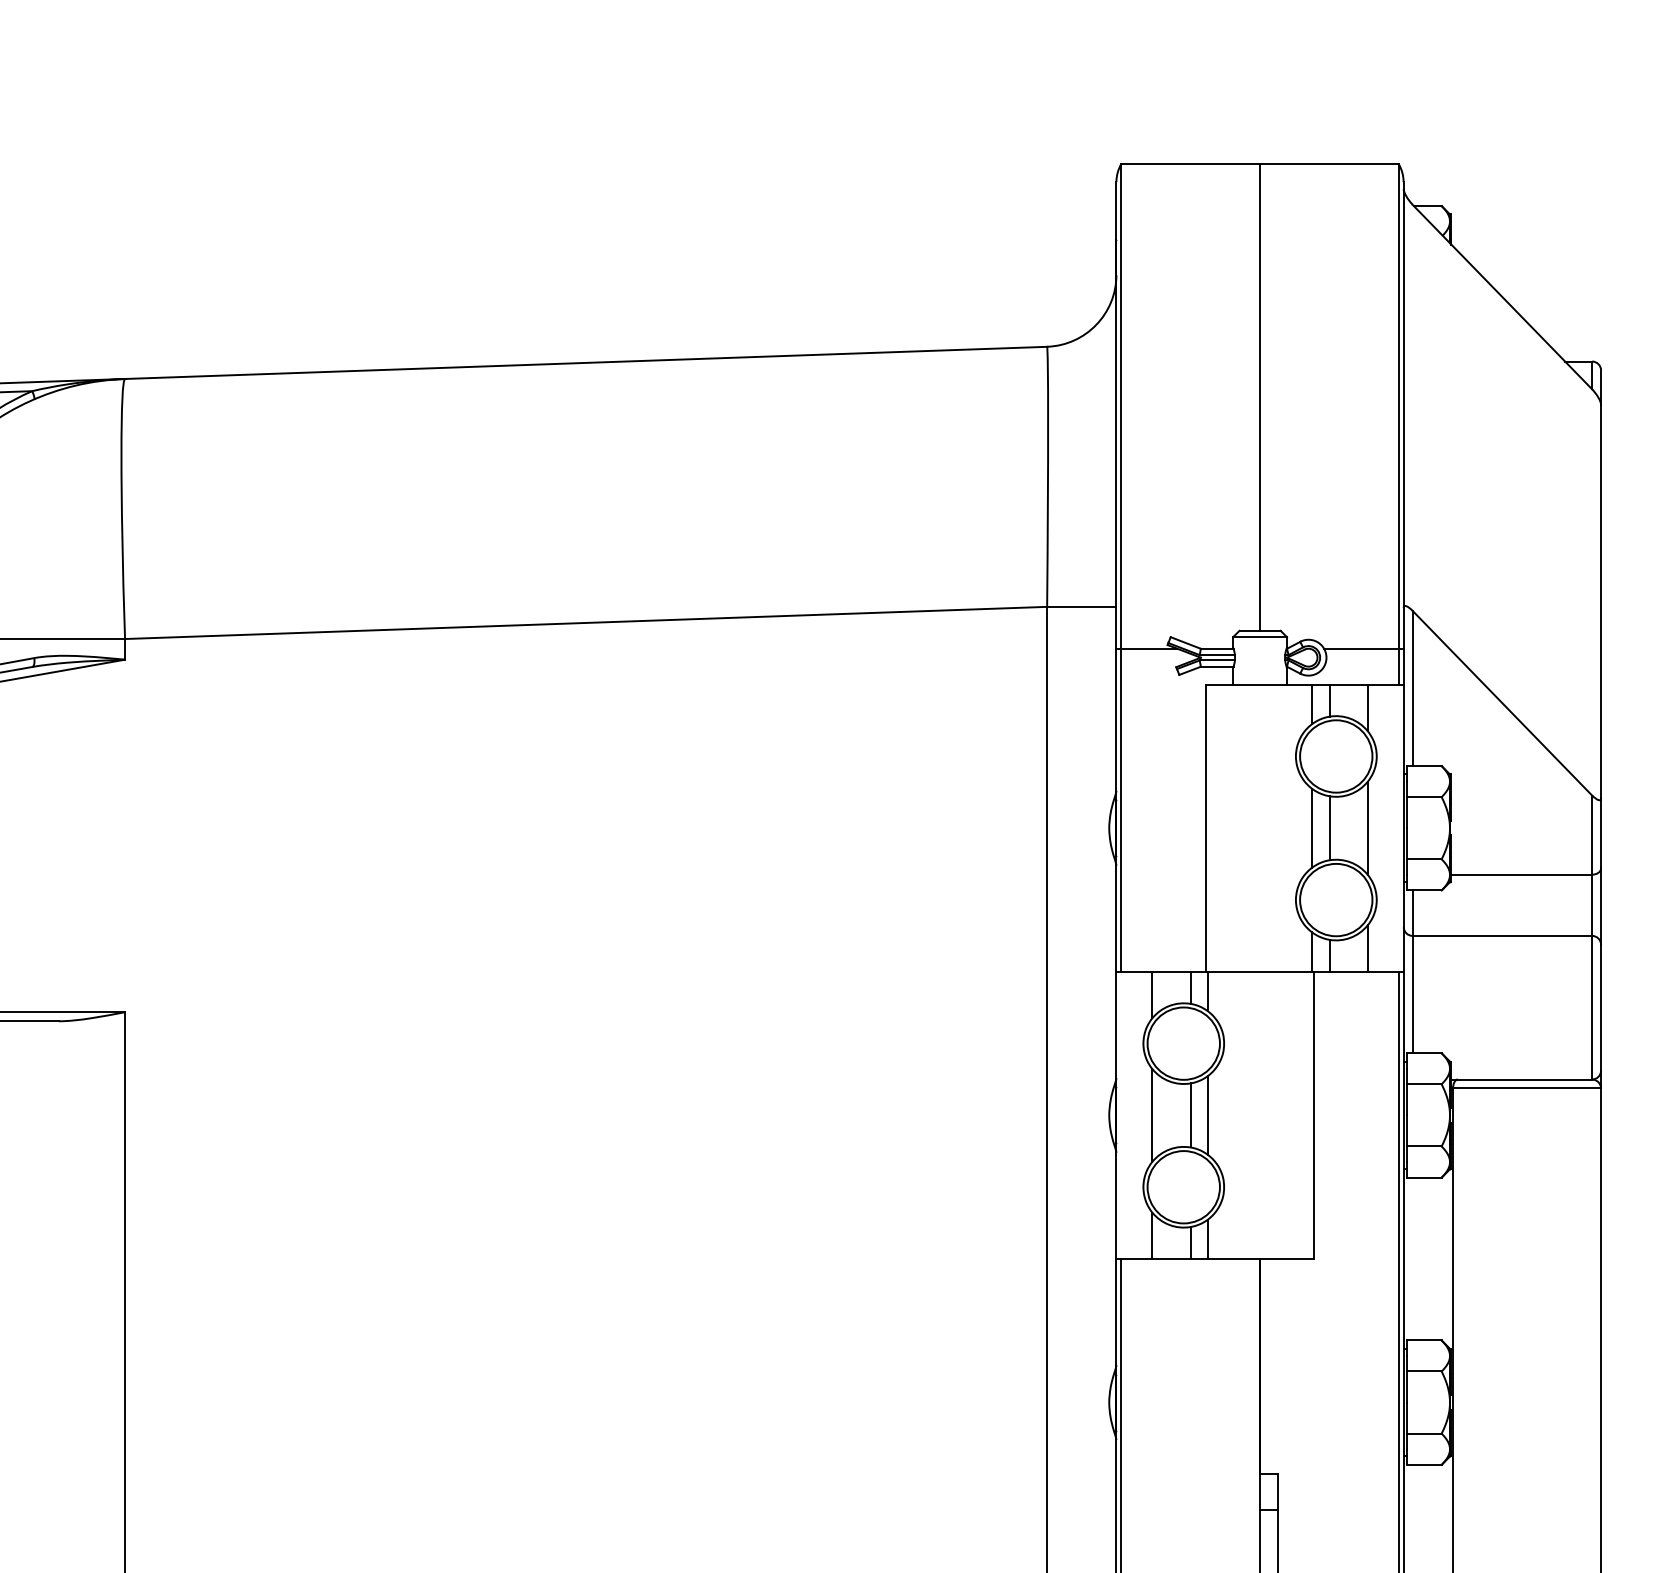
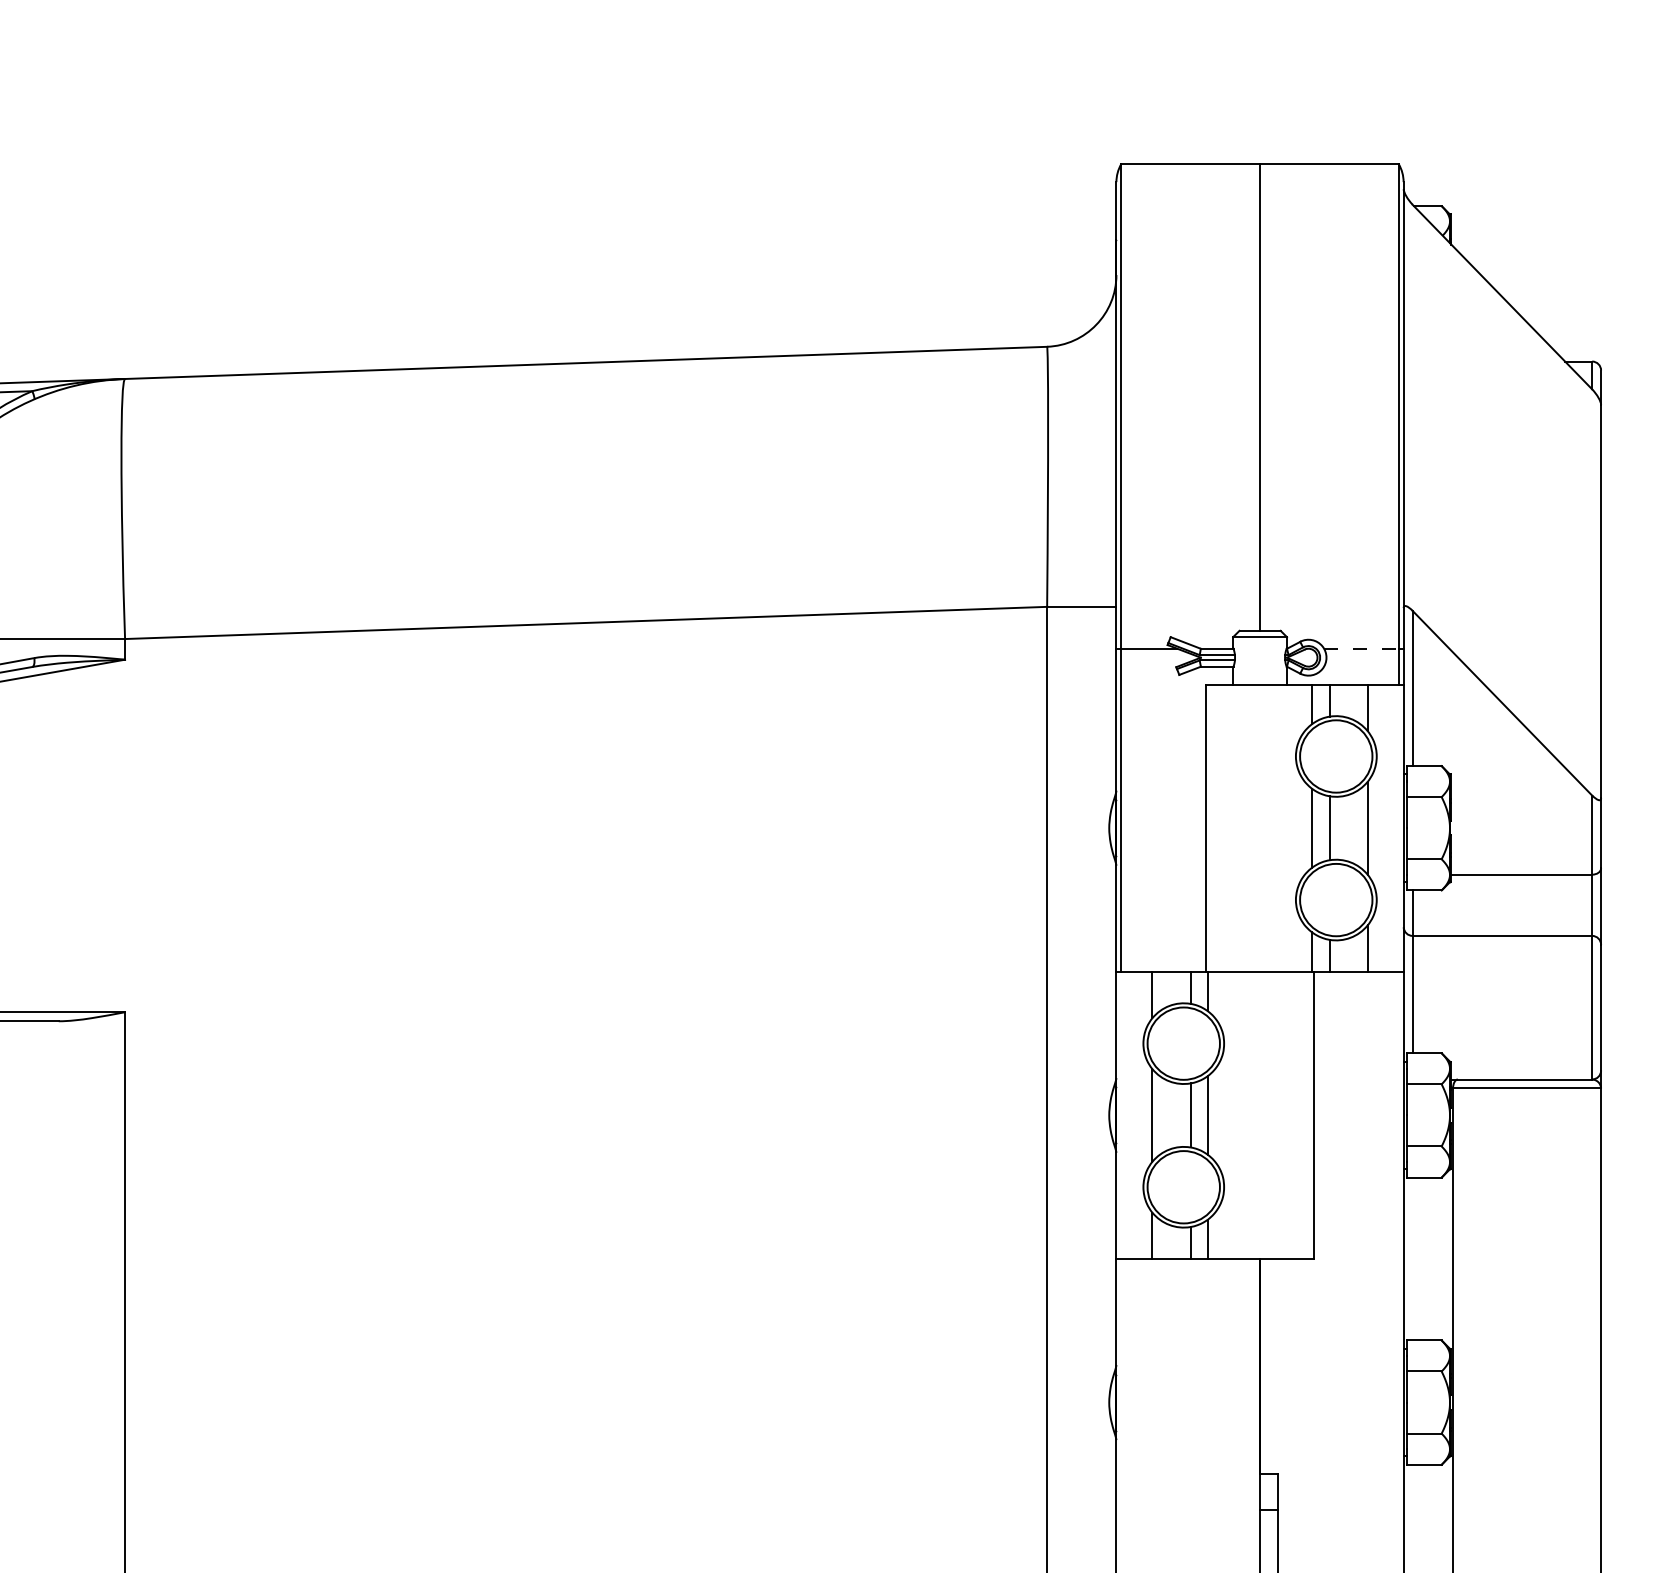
line at (1361, 648): solid -> dashed
line at (1398, 1270): present -> none
line at (1121, 1414): present -> none
